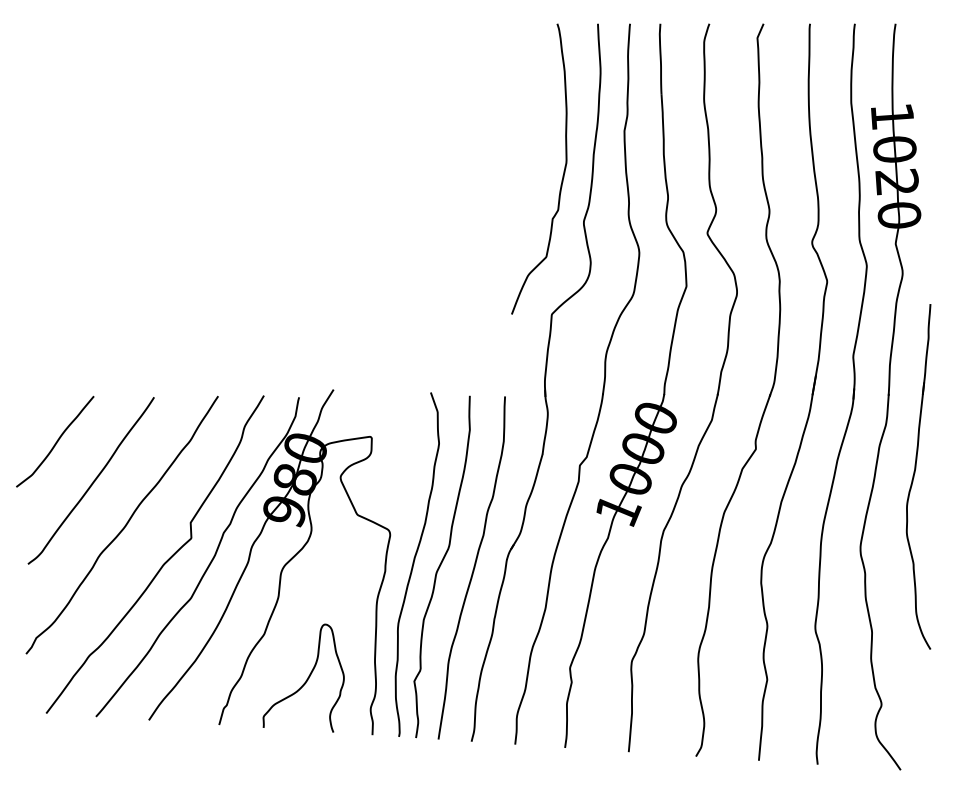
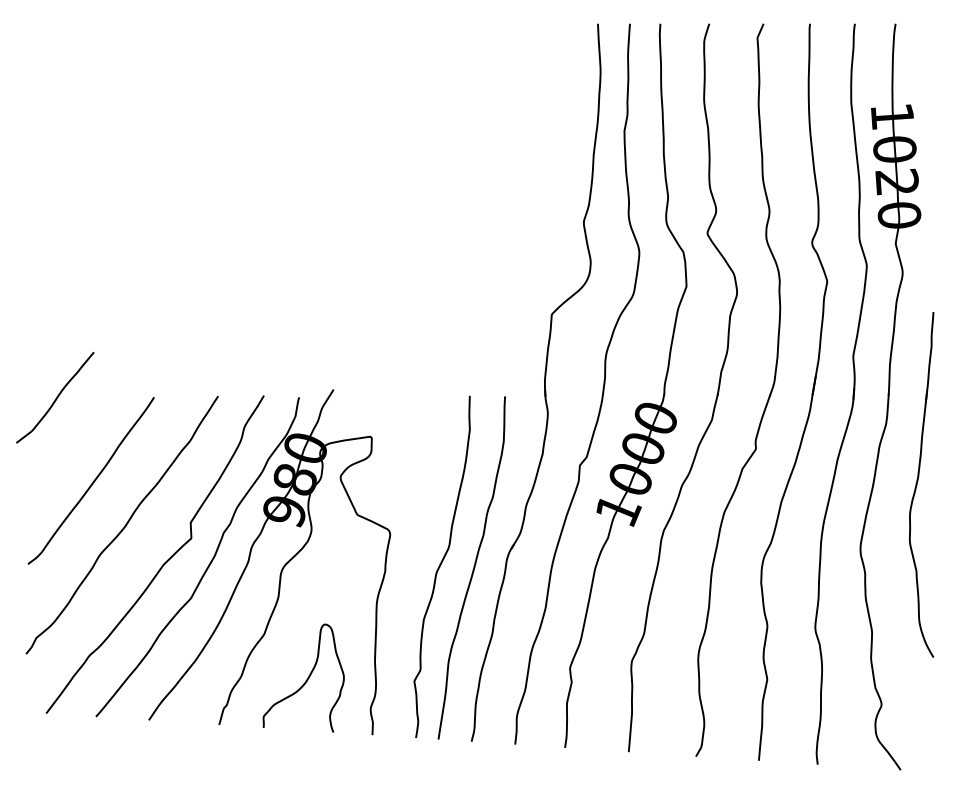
curve at (562, 175): present -> none
curve at (56, 441) position: (56, 441) -> (56, 397)
part at (918, 476) position: (918, 476) -> (921, 484)
curve at (414, 564): present -> none
